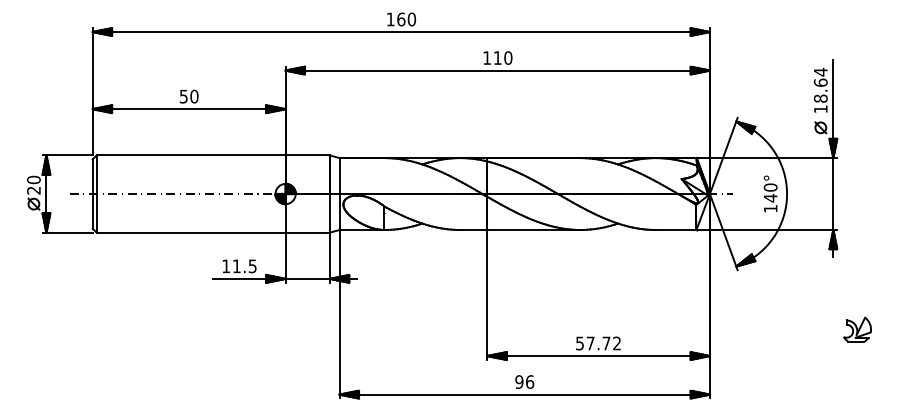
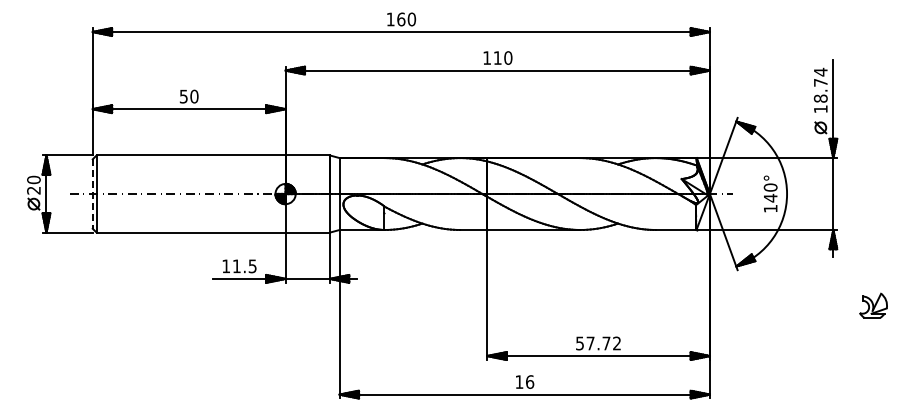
text at (820, 82): 18.64 -> 18.74
line at (92, 194): solid -> dashed
part at (857, 329) position: (857, 329) -> (873, 305)
text at (519, 381): 96 -> 16
